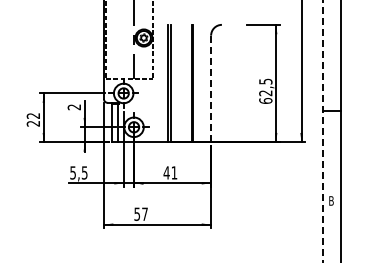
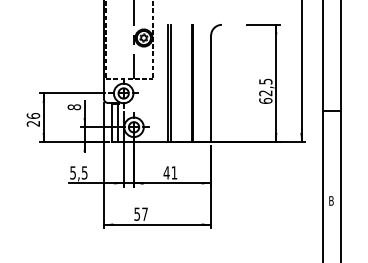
line at (211, 89): dashed -> solid
text at (74, 107): 2 -> 8
text at (33, 115): 22 -> 26
line at (322, 131): dashed -> solid
